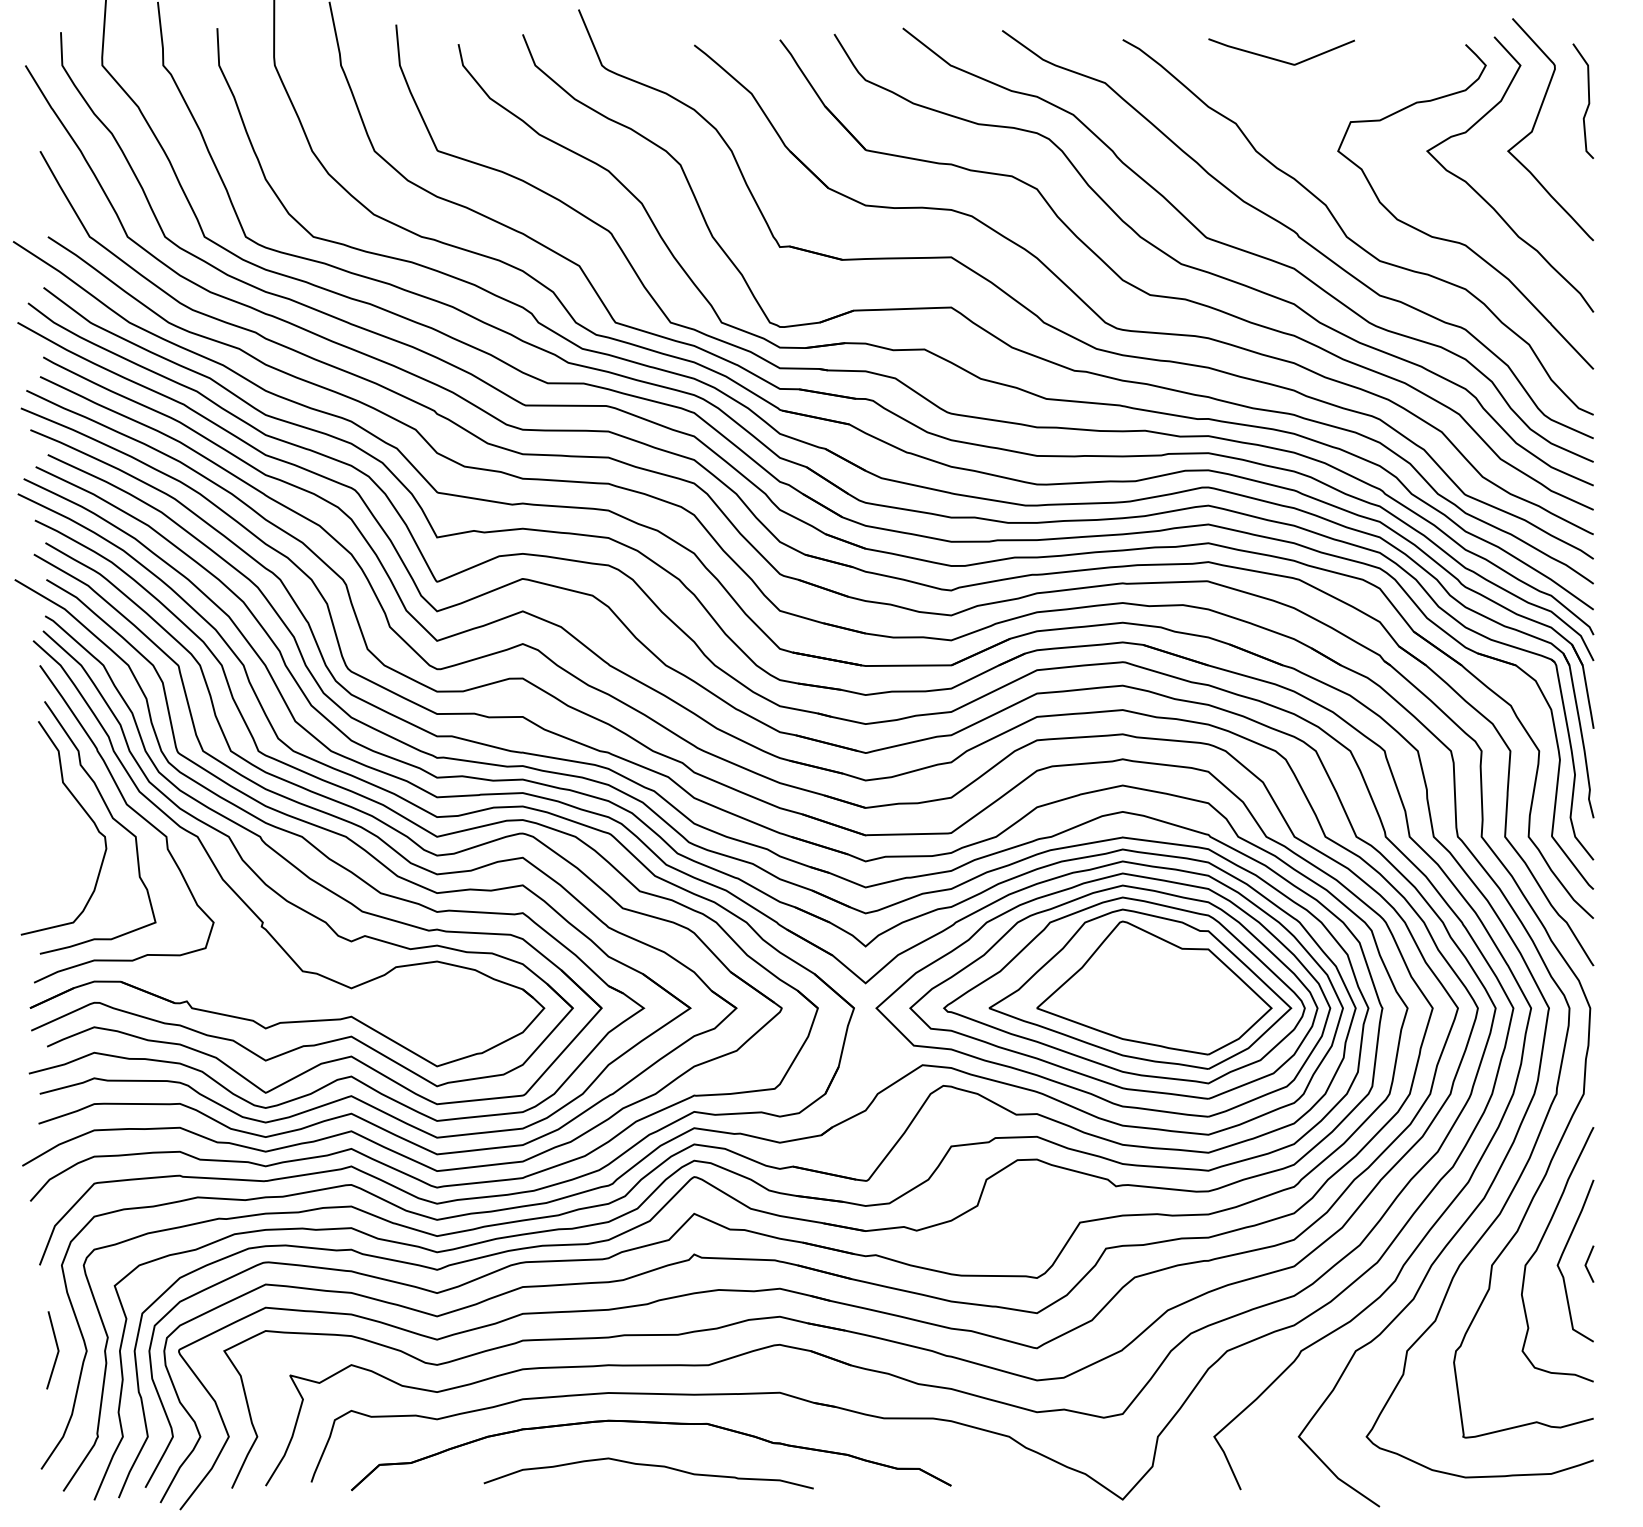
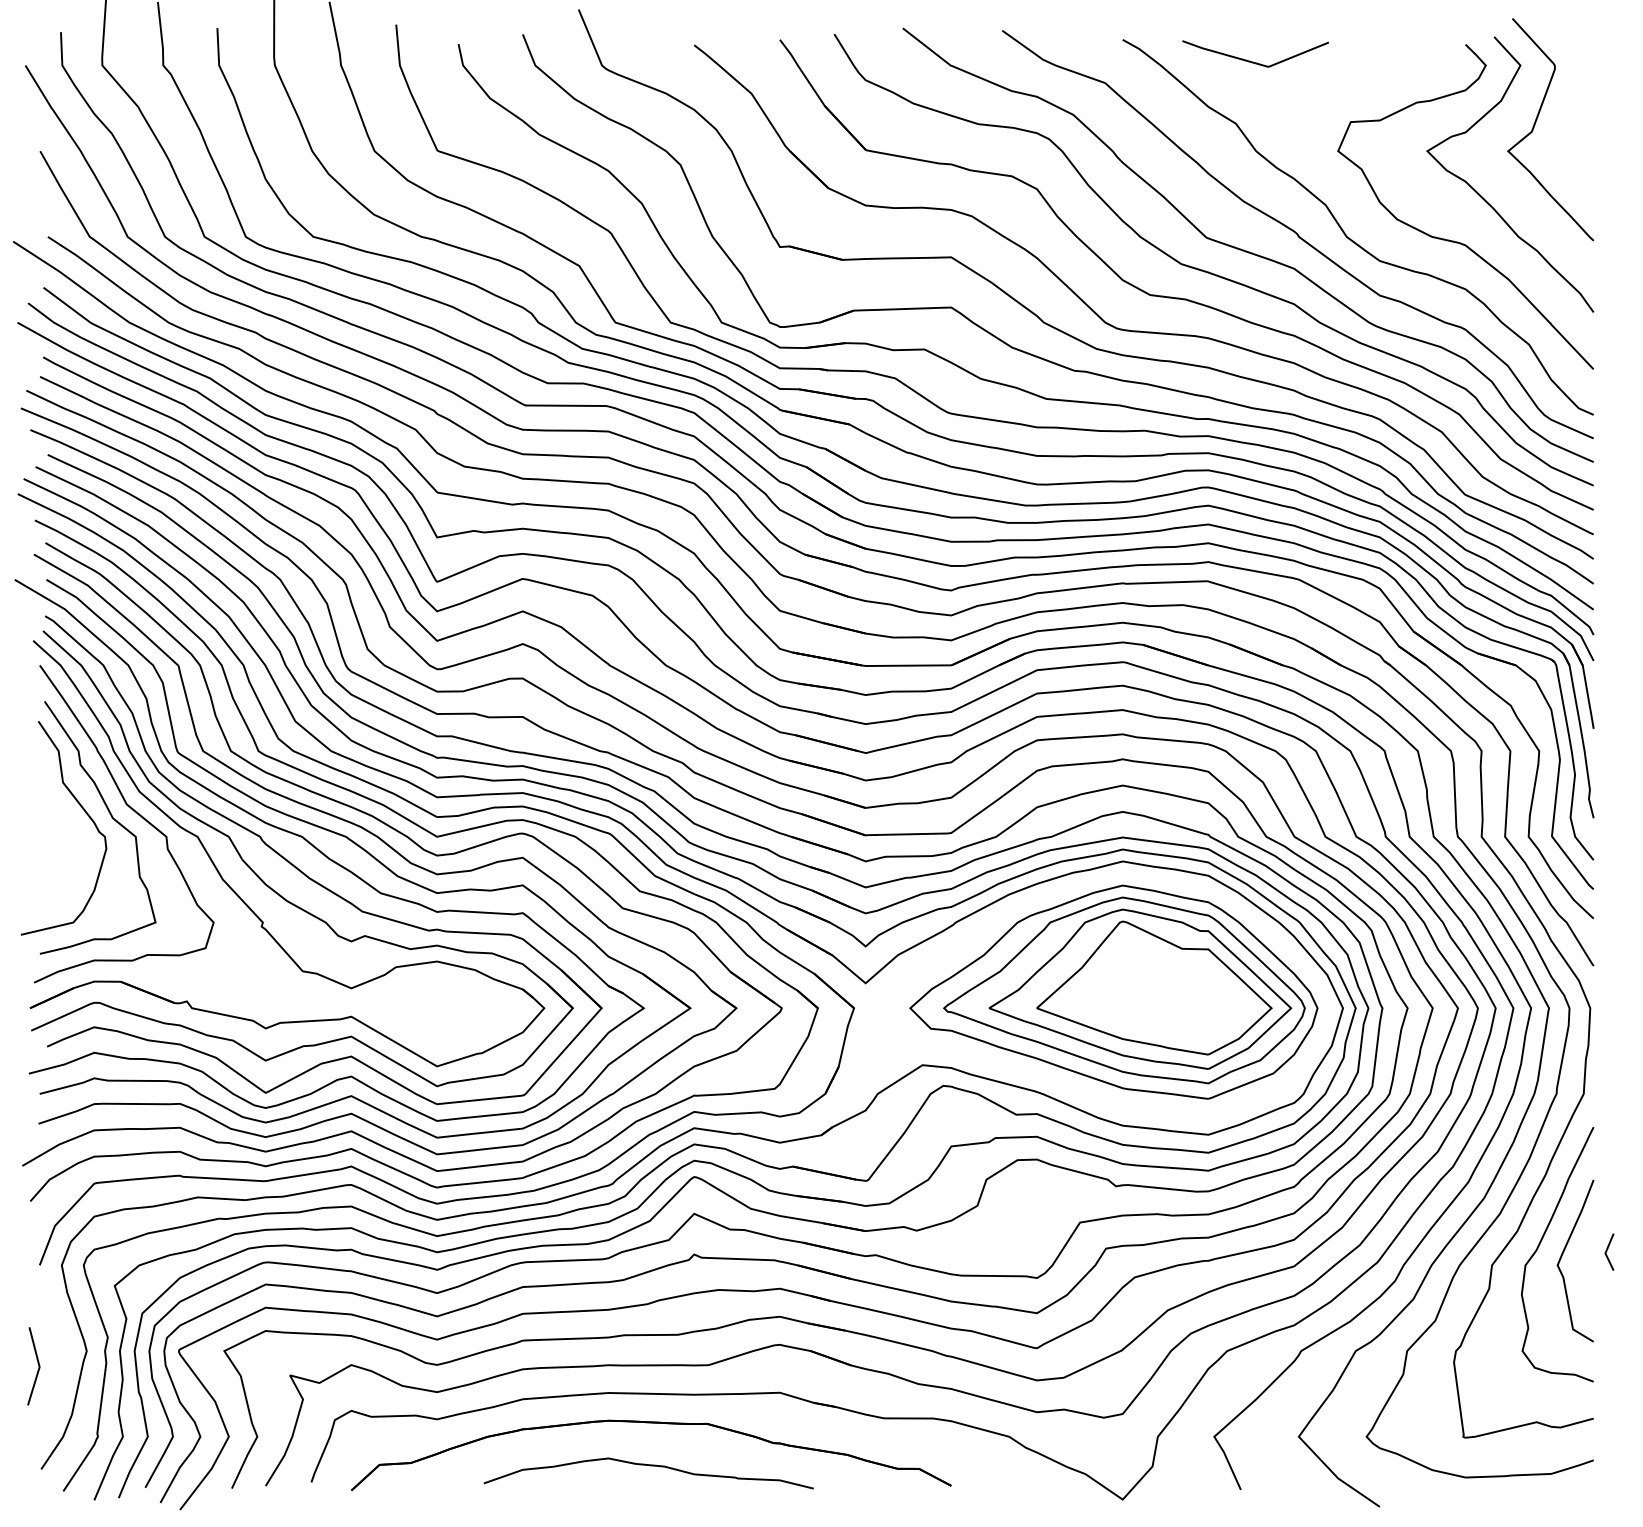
curve at (1279, 59) position: (1279, 59) -> (1253, 61)
curve at (1588, 100): present -> none
part at (1103, 994): present -> none
line at (1587, 1263) position: (1587, 1263) -> (1607, 1251)
line at (56, 1347) position: (56, 1347) -> (37, 1363)
